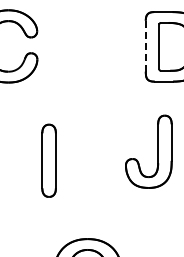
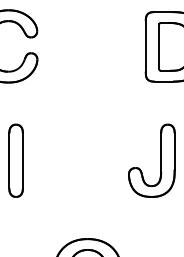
line at (145, 46): dashed -> solid
part at (157, 151) position: (157, 151) -> (160, 160)
part at (48, 160) position: (48, 160) -> (15, 160)
